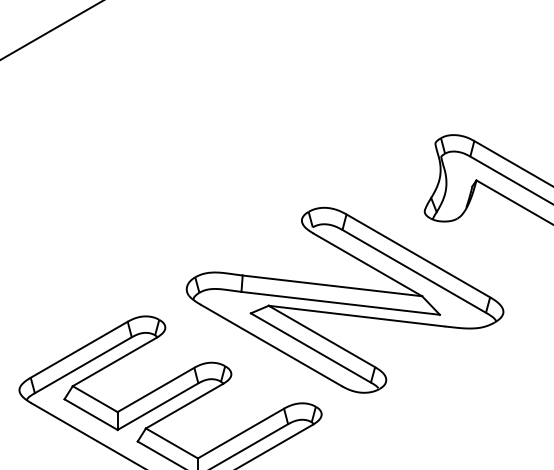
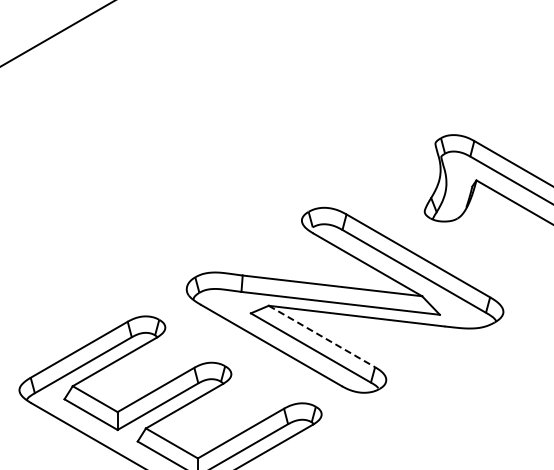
line at (51, 30) position: (51, 30) -> (56, 33)
line at (322, 336): solid -> dashed
